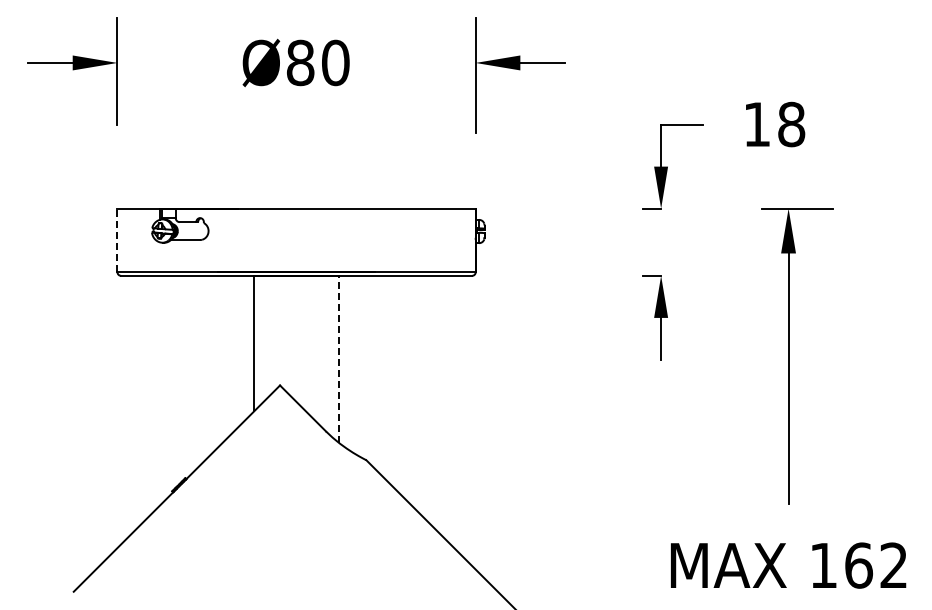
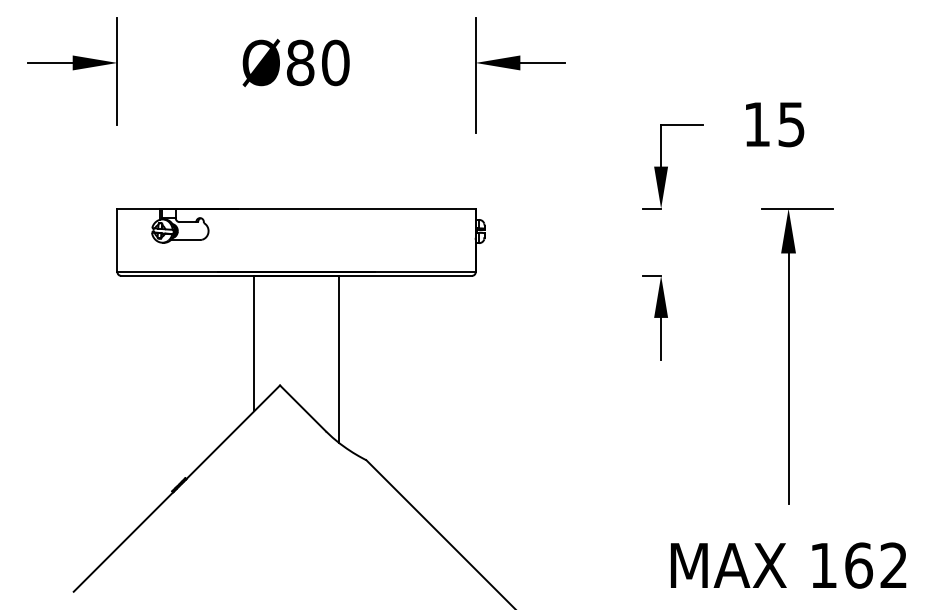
text at (791, 124): 18 -> 15
line at (117, 240): dashed -> solid
line at (339, 359): dashed -> solid
